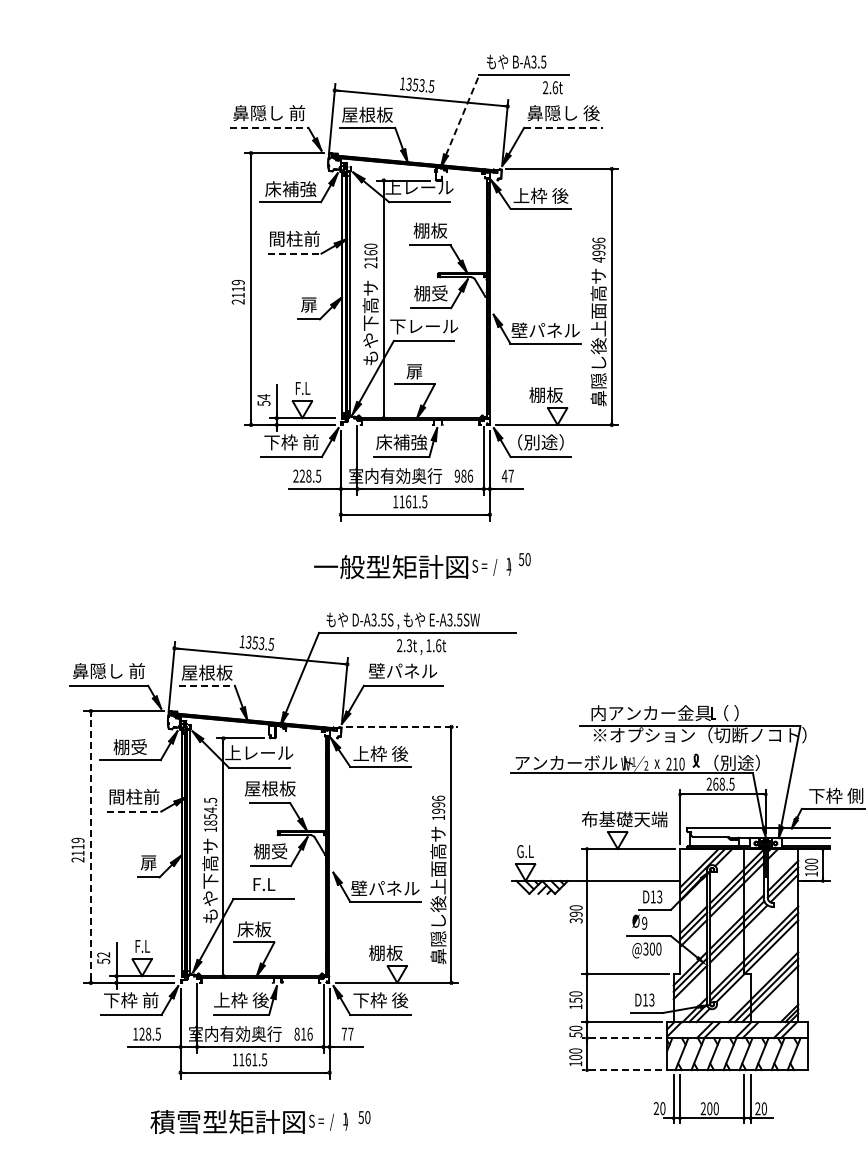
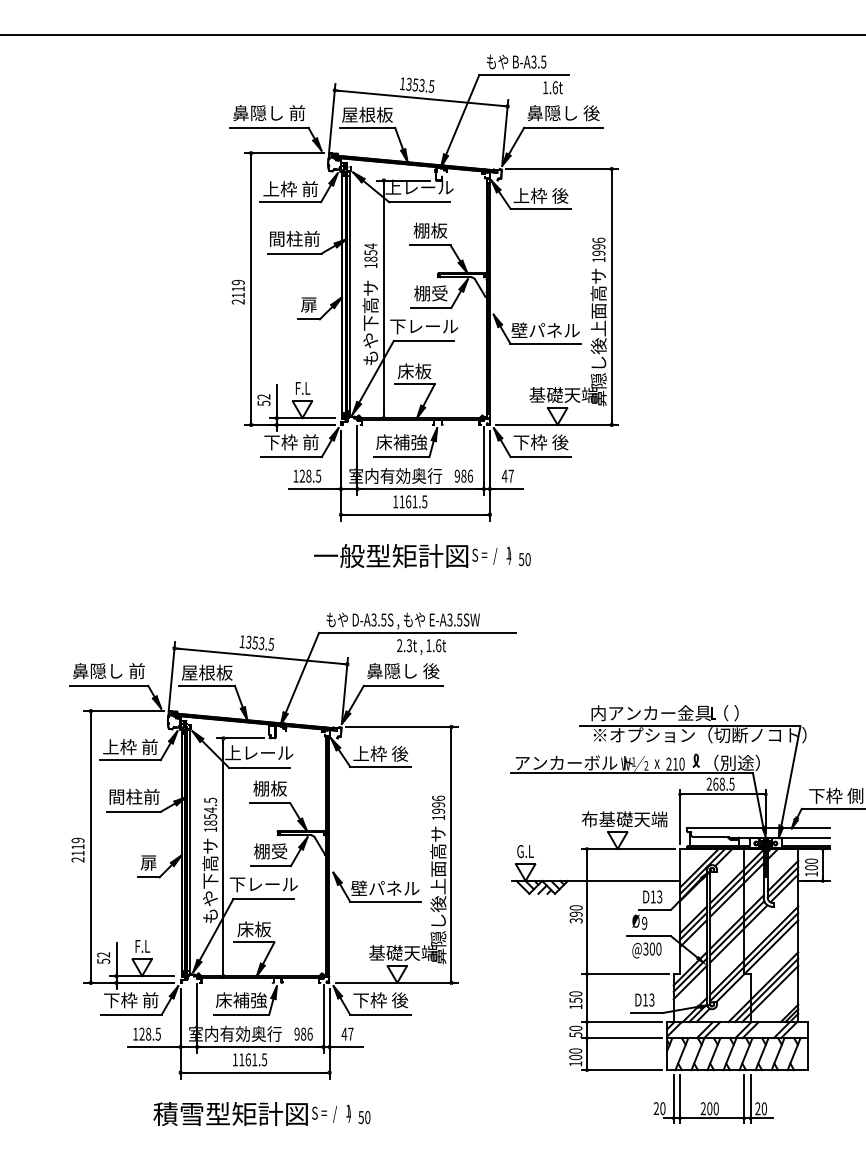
line at (432, 34): none -> present
text at (545, 87): 2.6t -> 1.6t
line at (462, 115): dashed -> solid
line at (269, 127): dashed -> solid
line at (563, 127): dashed -> solid
text at (290, 189): 床補強 -> 上枠 前
line at (294, 253): dashed -> solid
text at (370, 255): 2160 -> 1854
text at (598, 259): 4996 -> 1996
text at (414, 371): 扉 -> 床板
text at (563, 394): 棚板 -> 基礎天端
text at (263, 396): 54 -> 52
text at (540, 442): （別途） -> 下枠 後
text at (295, 475): 228.5 -> 128.5
text at (412, 566) position: (412, 566) -> (412, 555)
text at (403, 671): 壁パネル -> 鼻隠し 後
line at (207, 685): dashed -> solid
line at (401, 726): dashed -> solid
text at (130, 747): 棚受 -> 上枠 前
text at (269, 788): 屋根板 -> 棚板
line at (134, 811): dashed -> solid
line at (90, 847): dashed -> solid
text at (263, 884): F.L -> 下レール
text at (403, 952): 棚板 -> 基礎天端
text at (241, 1000): 上枠 後 -> 床補強
text at (300, 1033): 816 -> 986
text at (344, 1033): 77 -> 47
line at (621, 1038): dashed -> solid
line at (621, 1070): dashed -> solid
text at (248, 1122) position: (248, 1122) -> (251, 1114)
